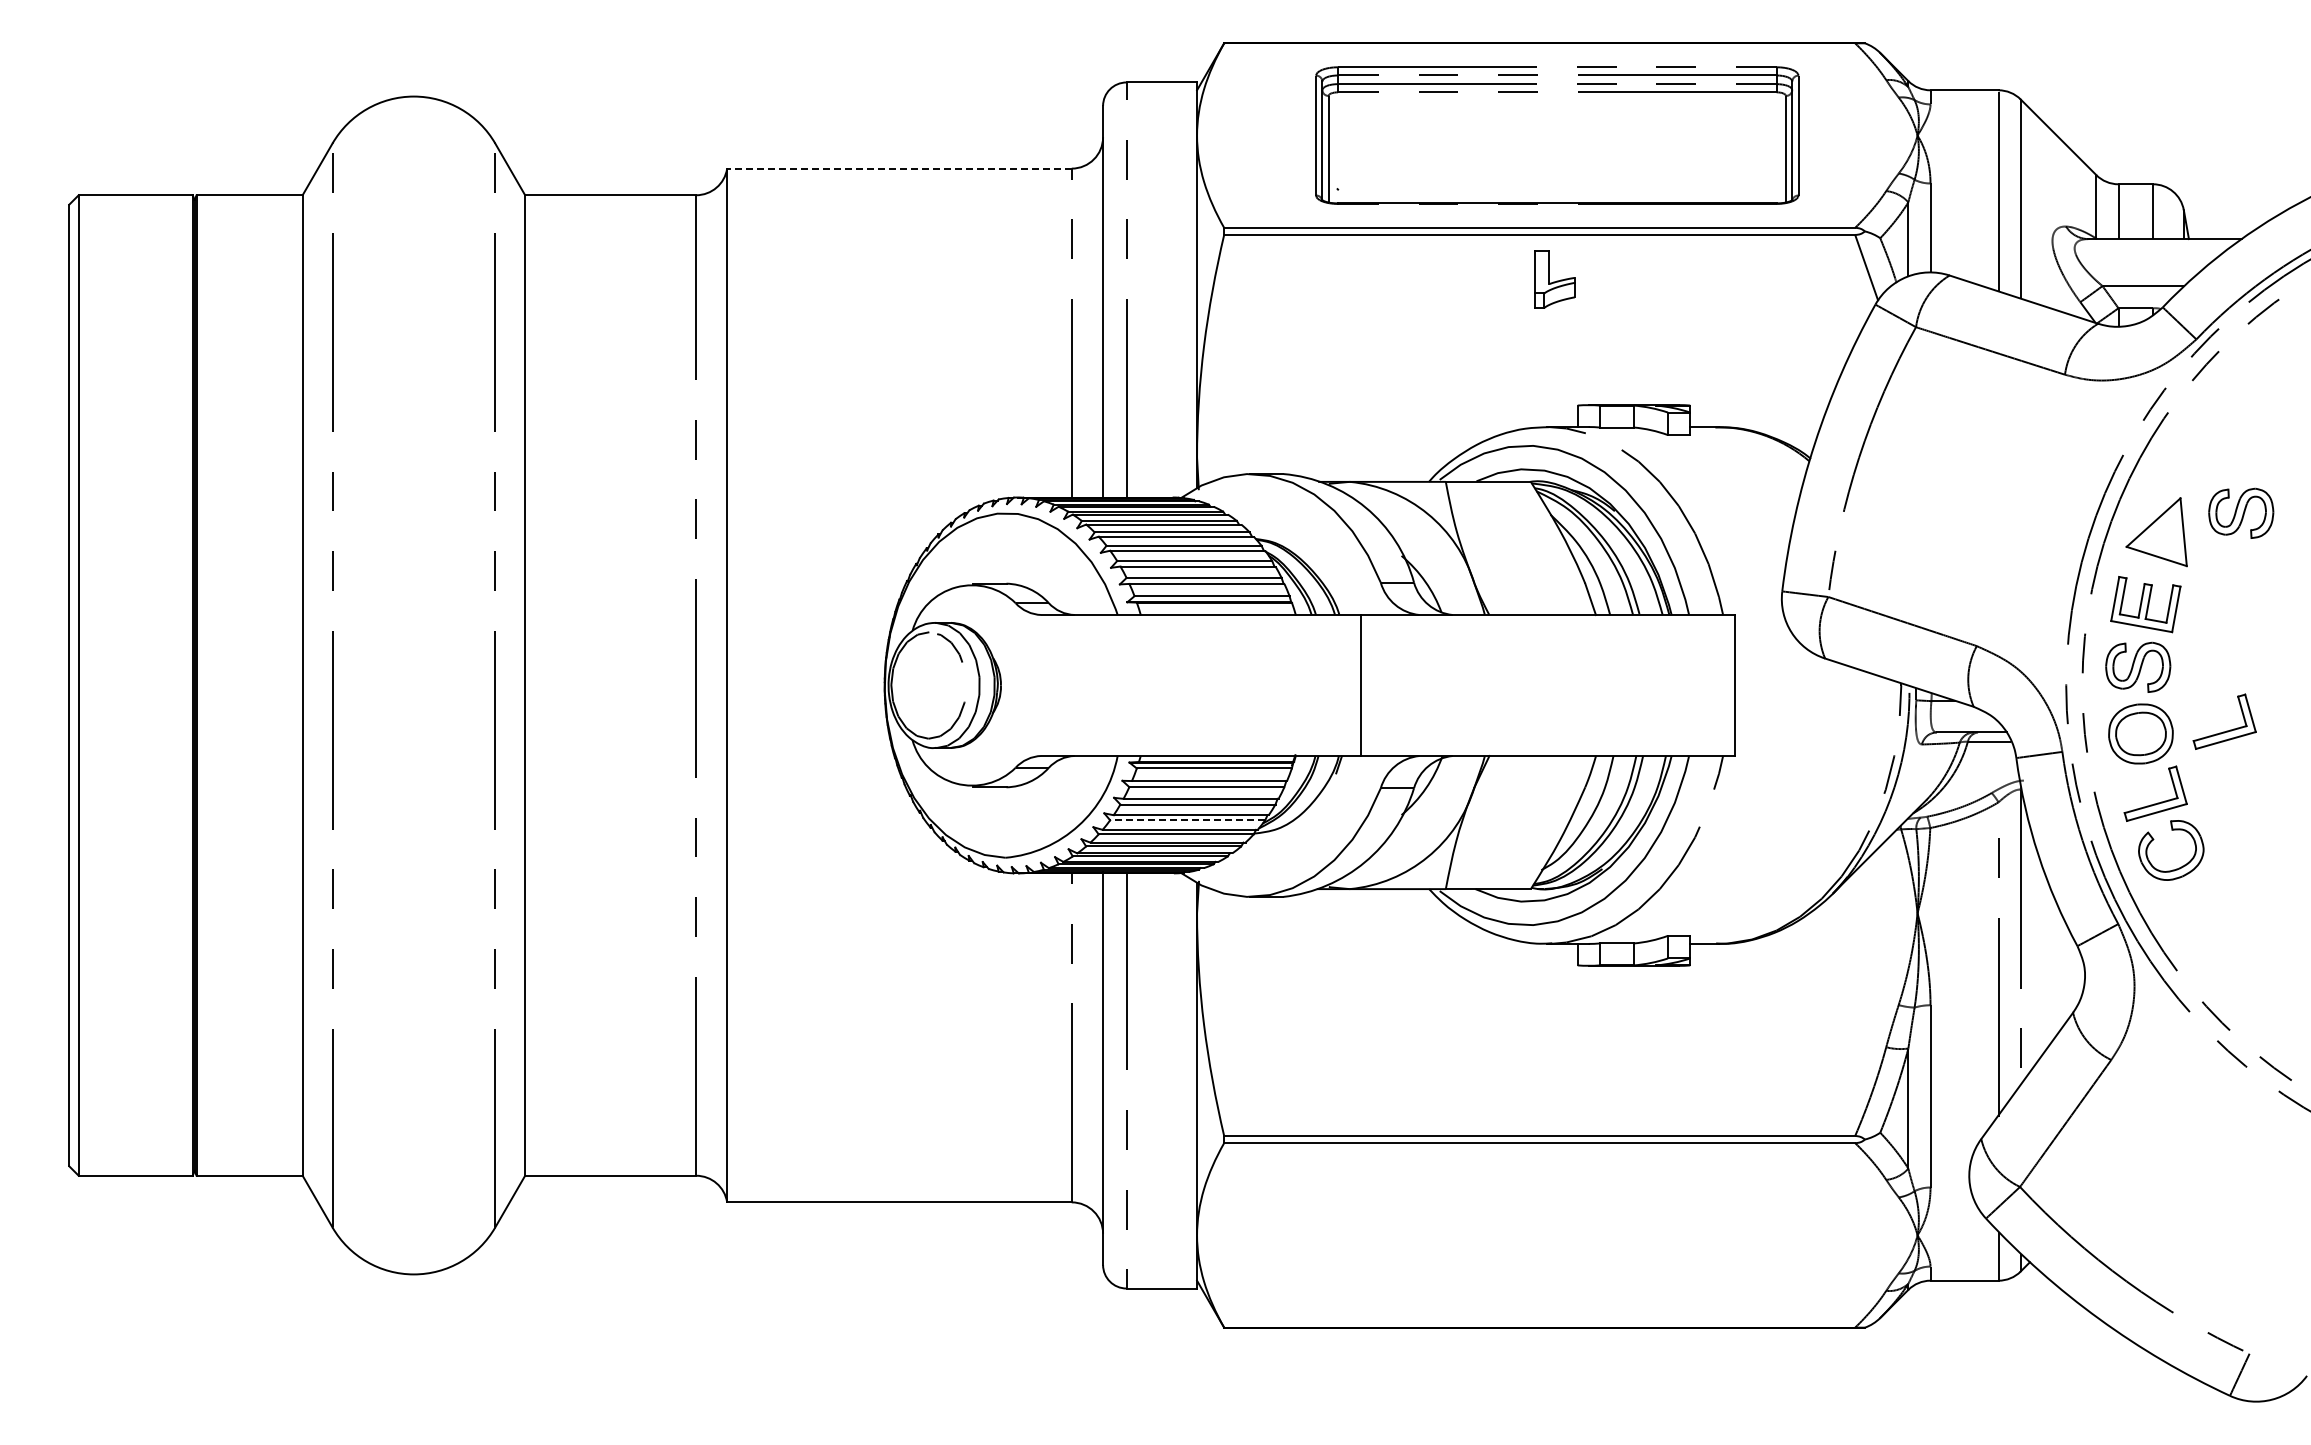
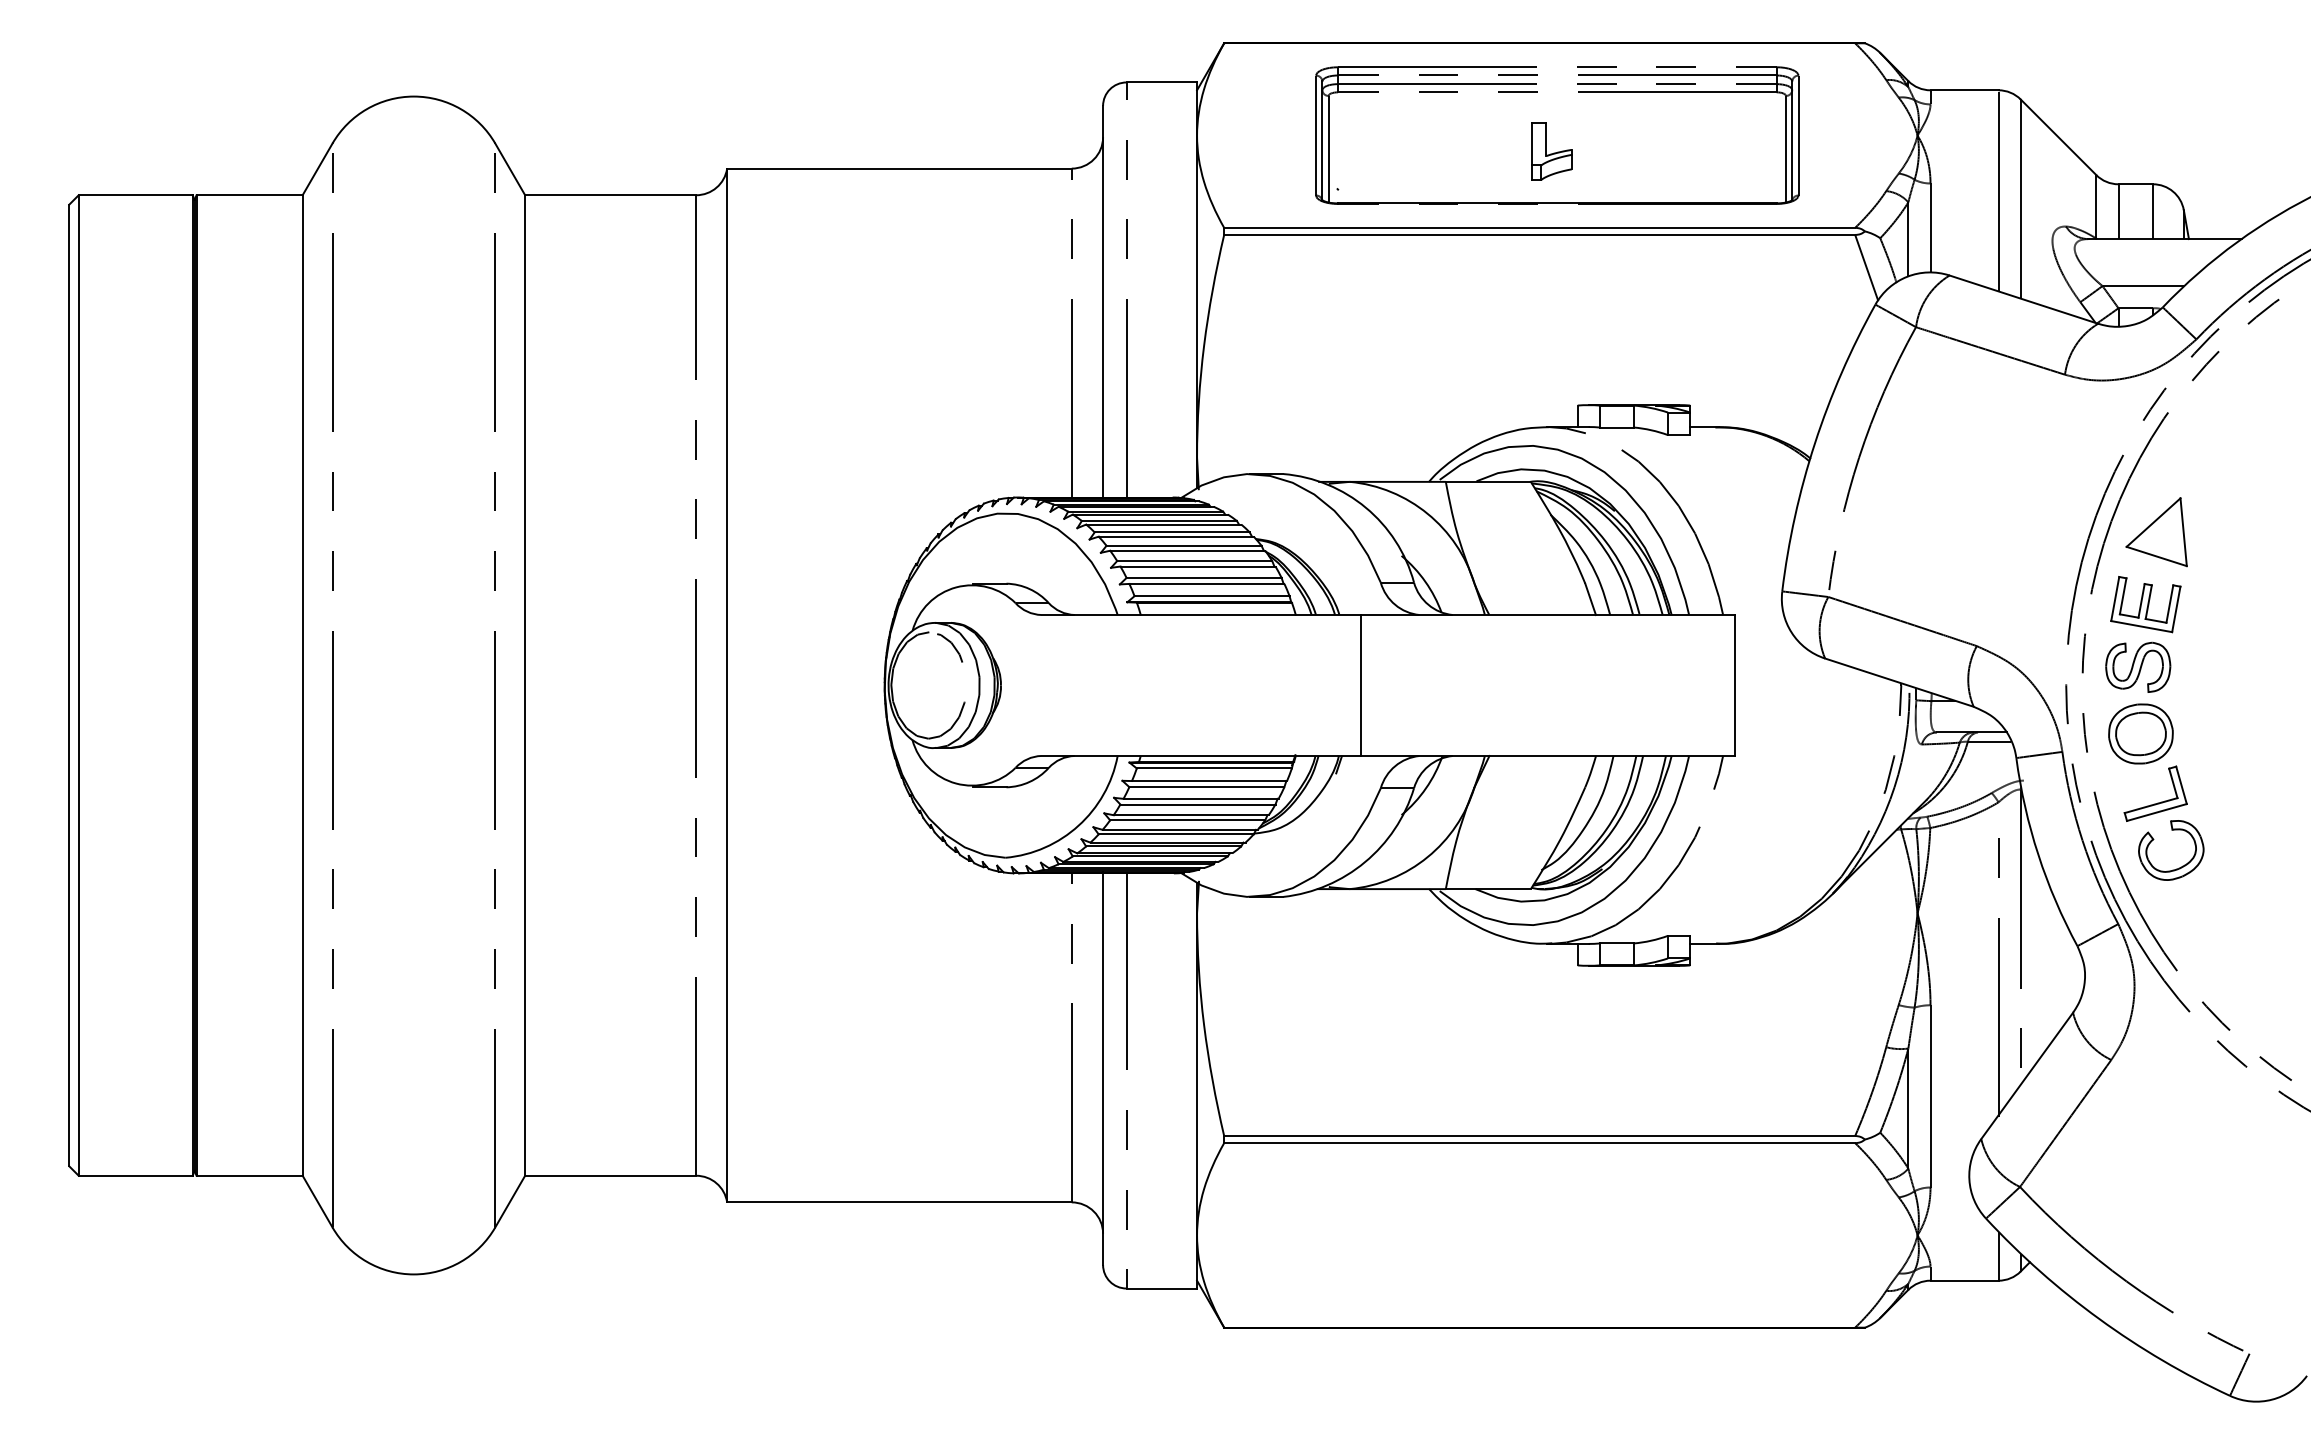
line at (898, 168): dashed -> solid
part at (1554, 279) position: (1554, 279) -> (1551, 151)
part at (2241, 512): present -> none
part at (2226, 730): present -> none
line at (1187, 820): dashed -> solid
